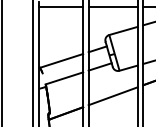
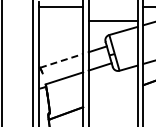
line at (112, 6) position: (112, 6) -> (112, 20)
line at (61, 60): solid -> dashed
line at (112, 96): present -> none
